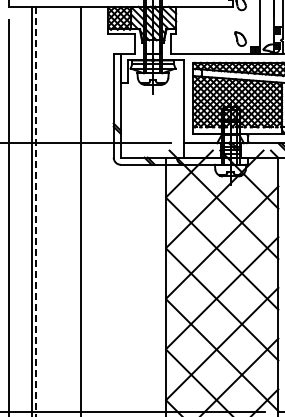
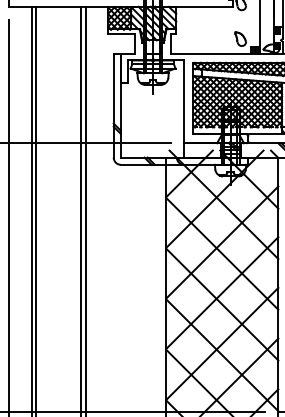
line at (85, 209): none -> present
line at (36, 211): dashed -> solid
